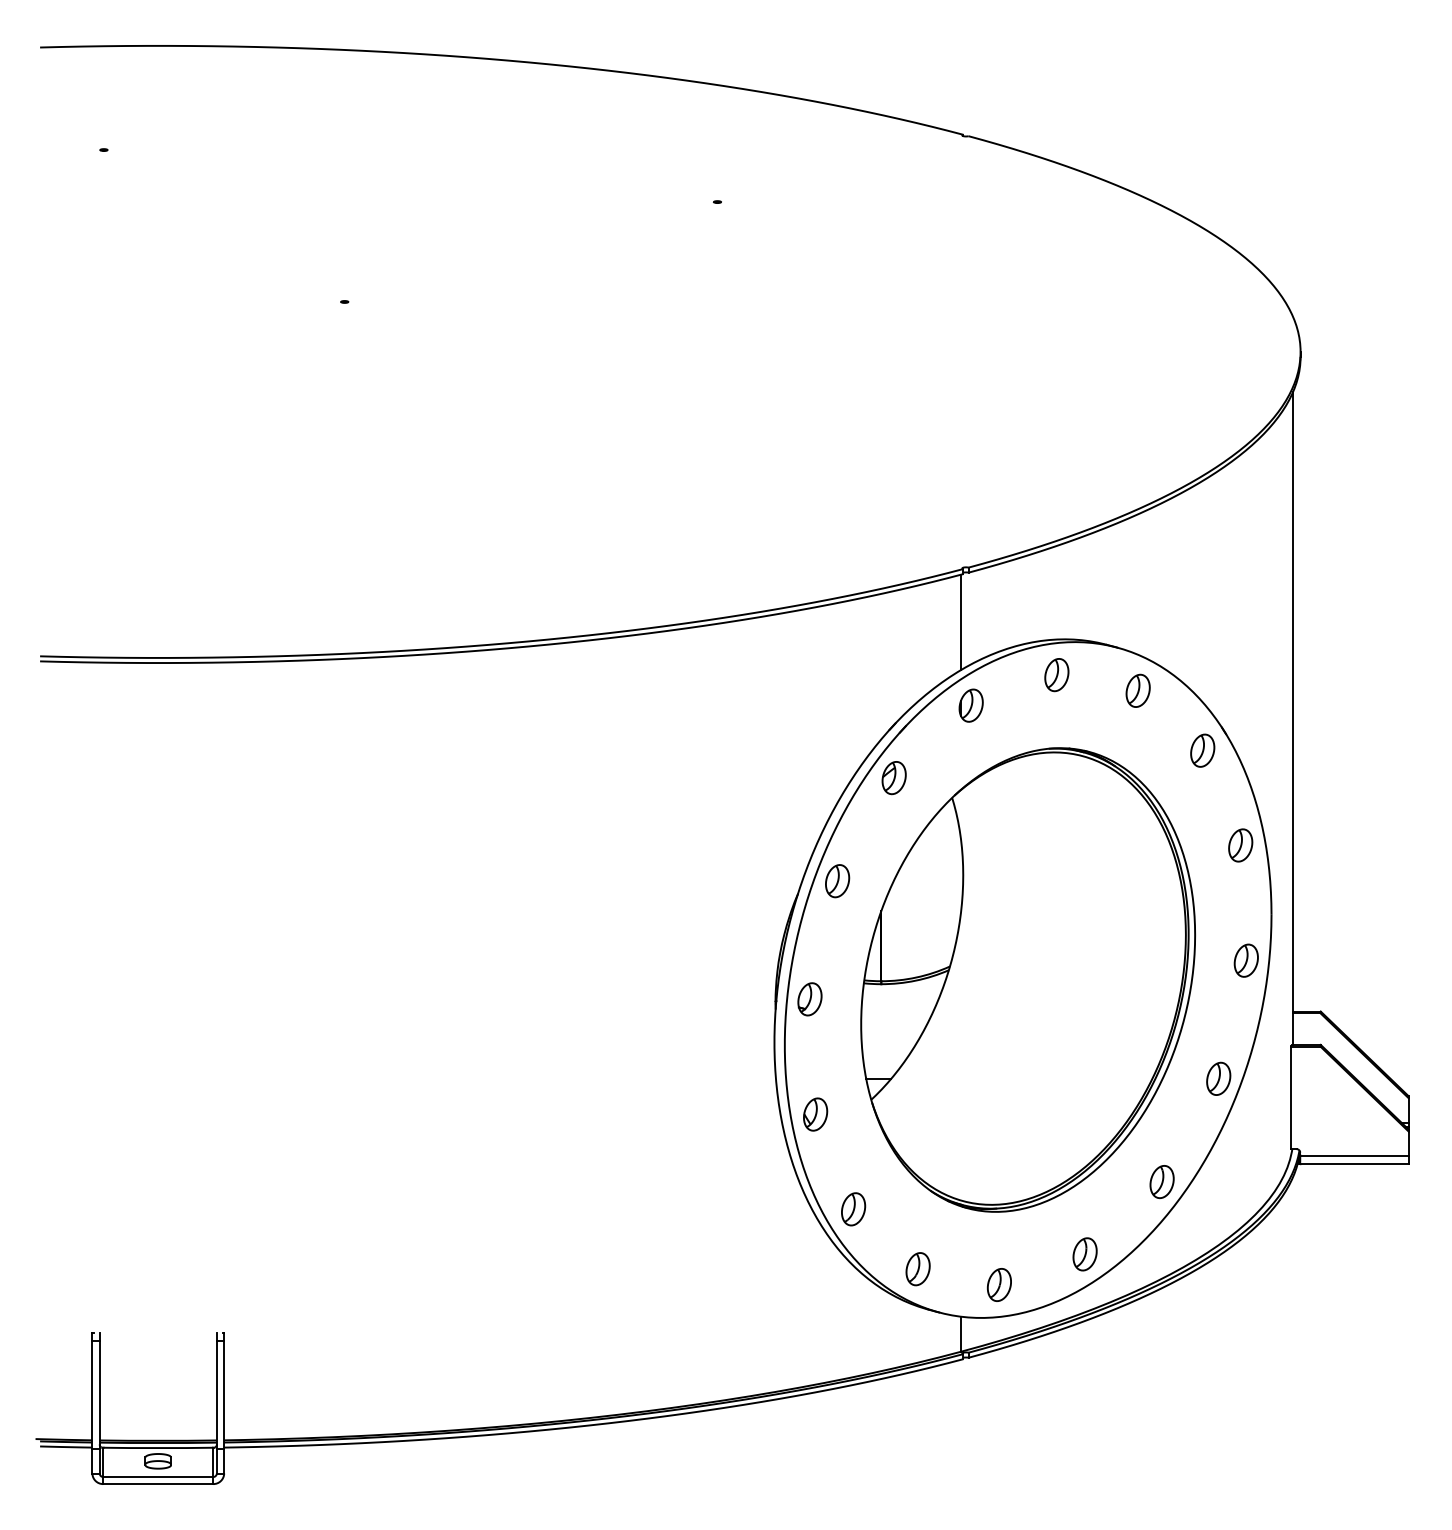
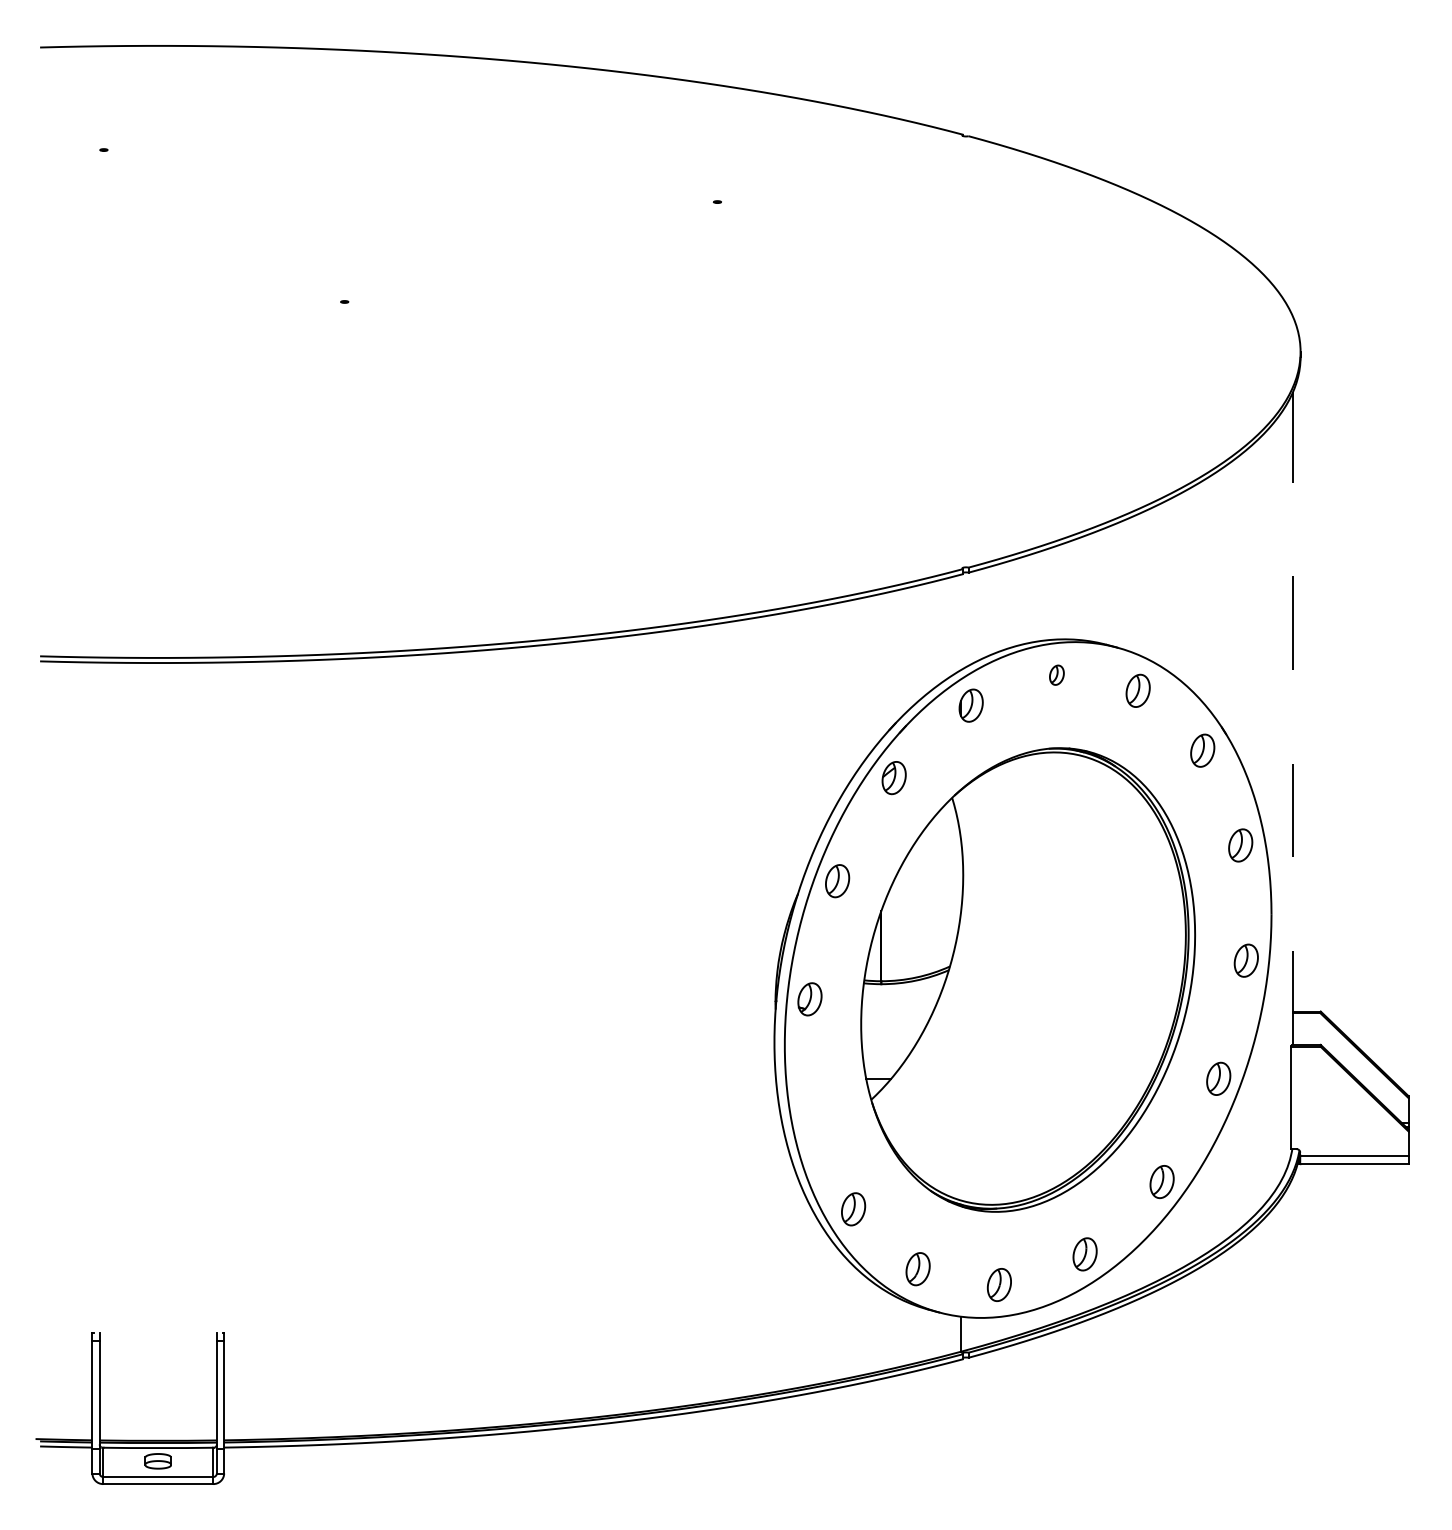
line at (960, 622): present -> none
part at (1056, 675) size: 26x35 px -> 16x22 px
line at (1293, 718): solid -> dashed
part at (815, 1114): present -> none
